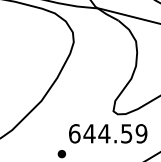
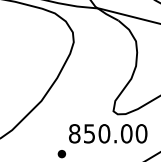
text at (108, 133): 644.59 -> 850.00
